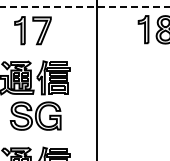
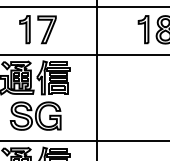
line at (85, 7): dashed -> solid
part at (25, 30) position: (25, 30) -> (30, 29)
line at (84, 55): none -> present
line at (84, 141): none -> present
